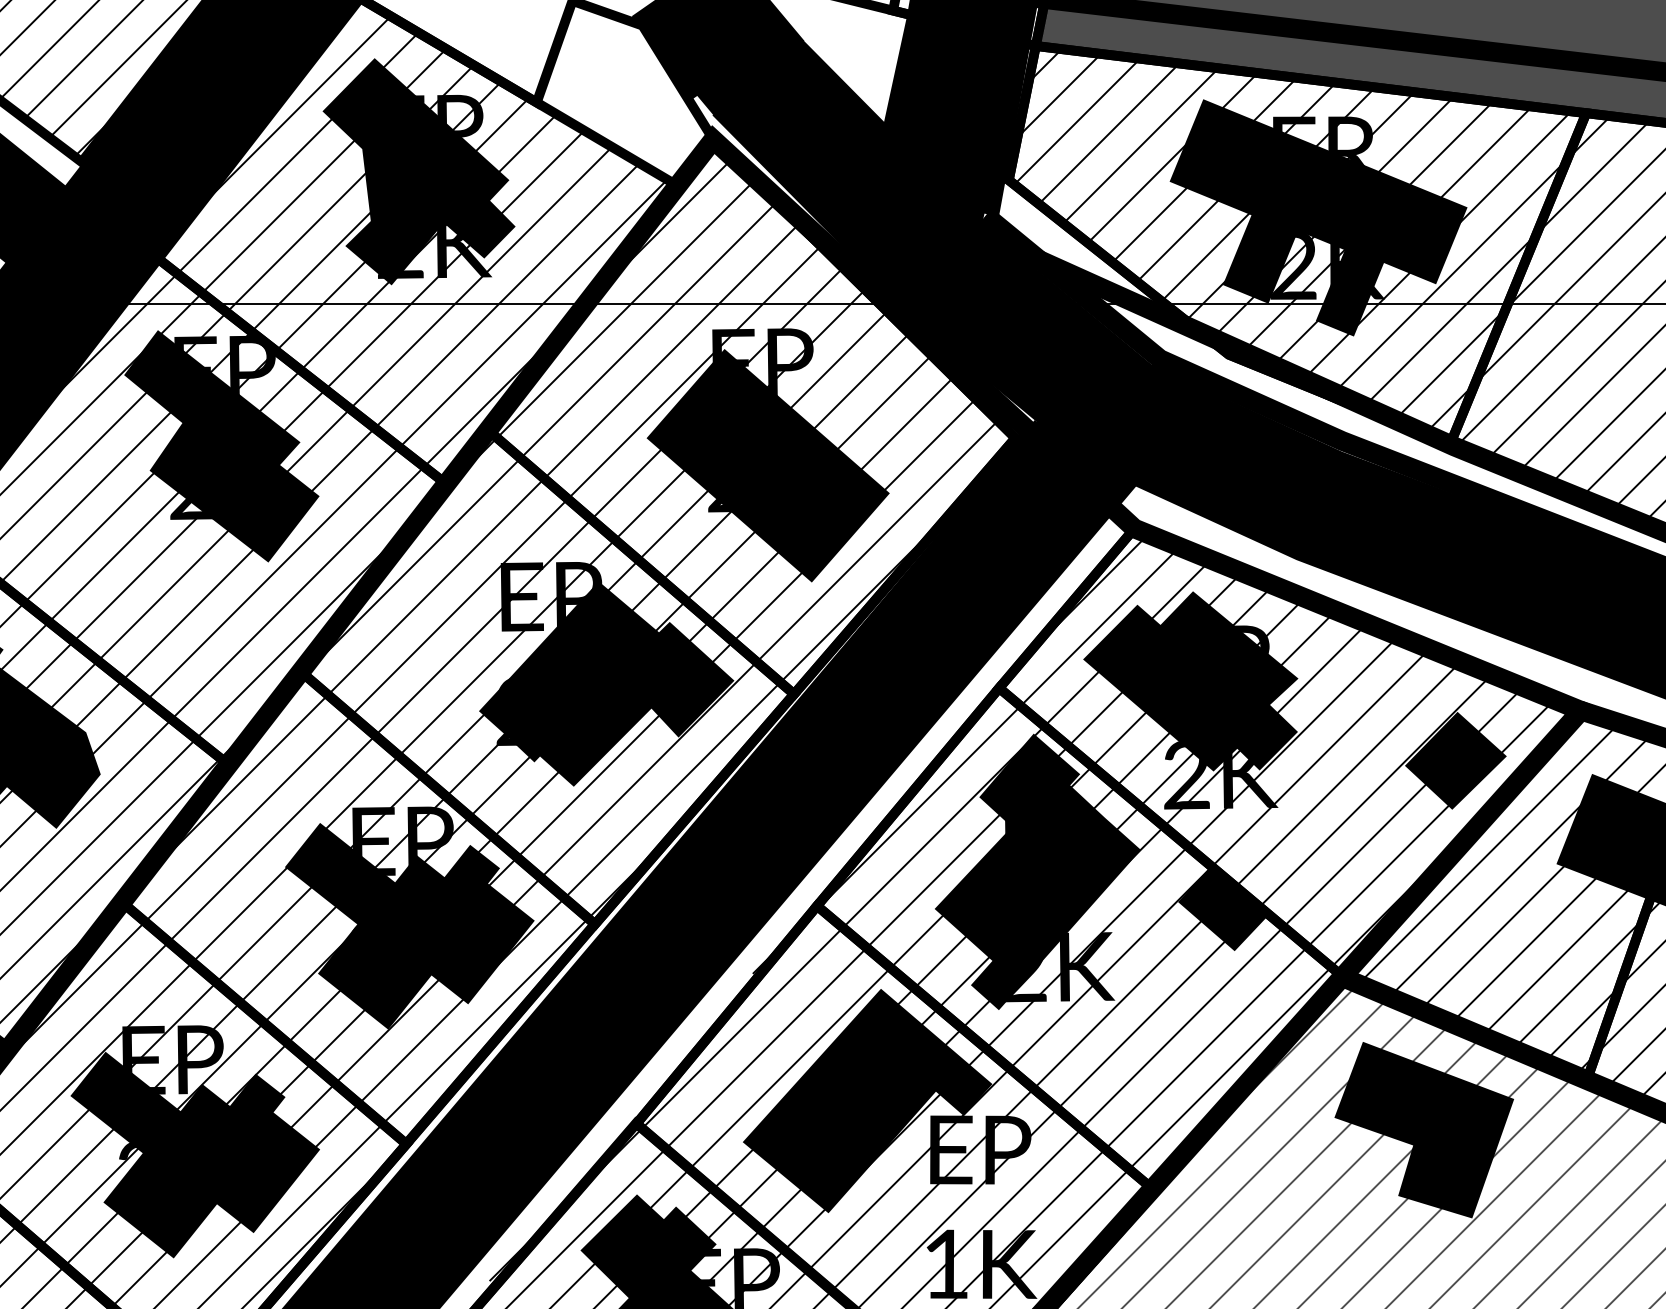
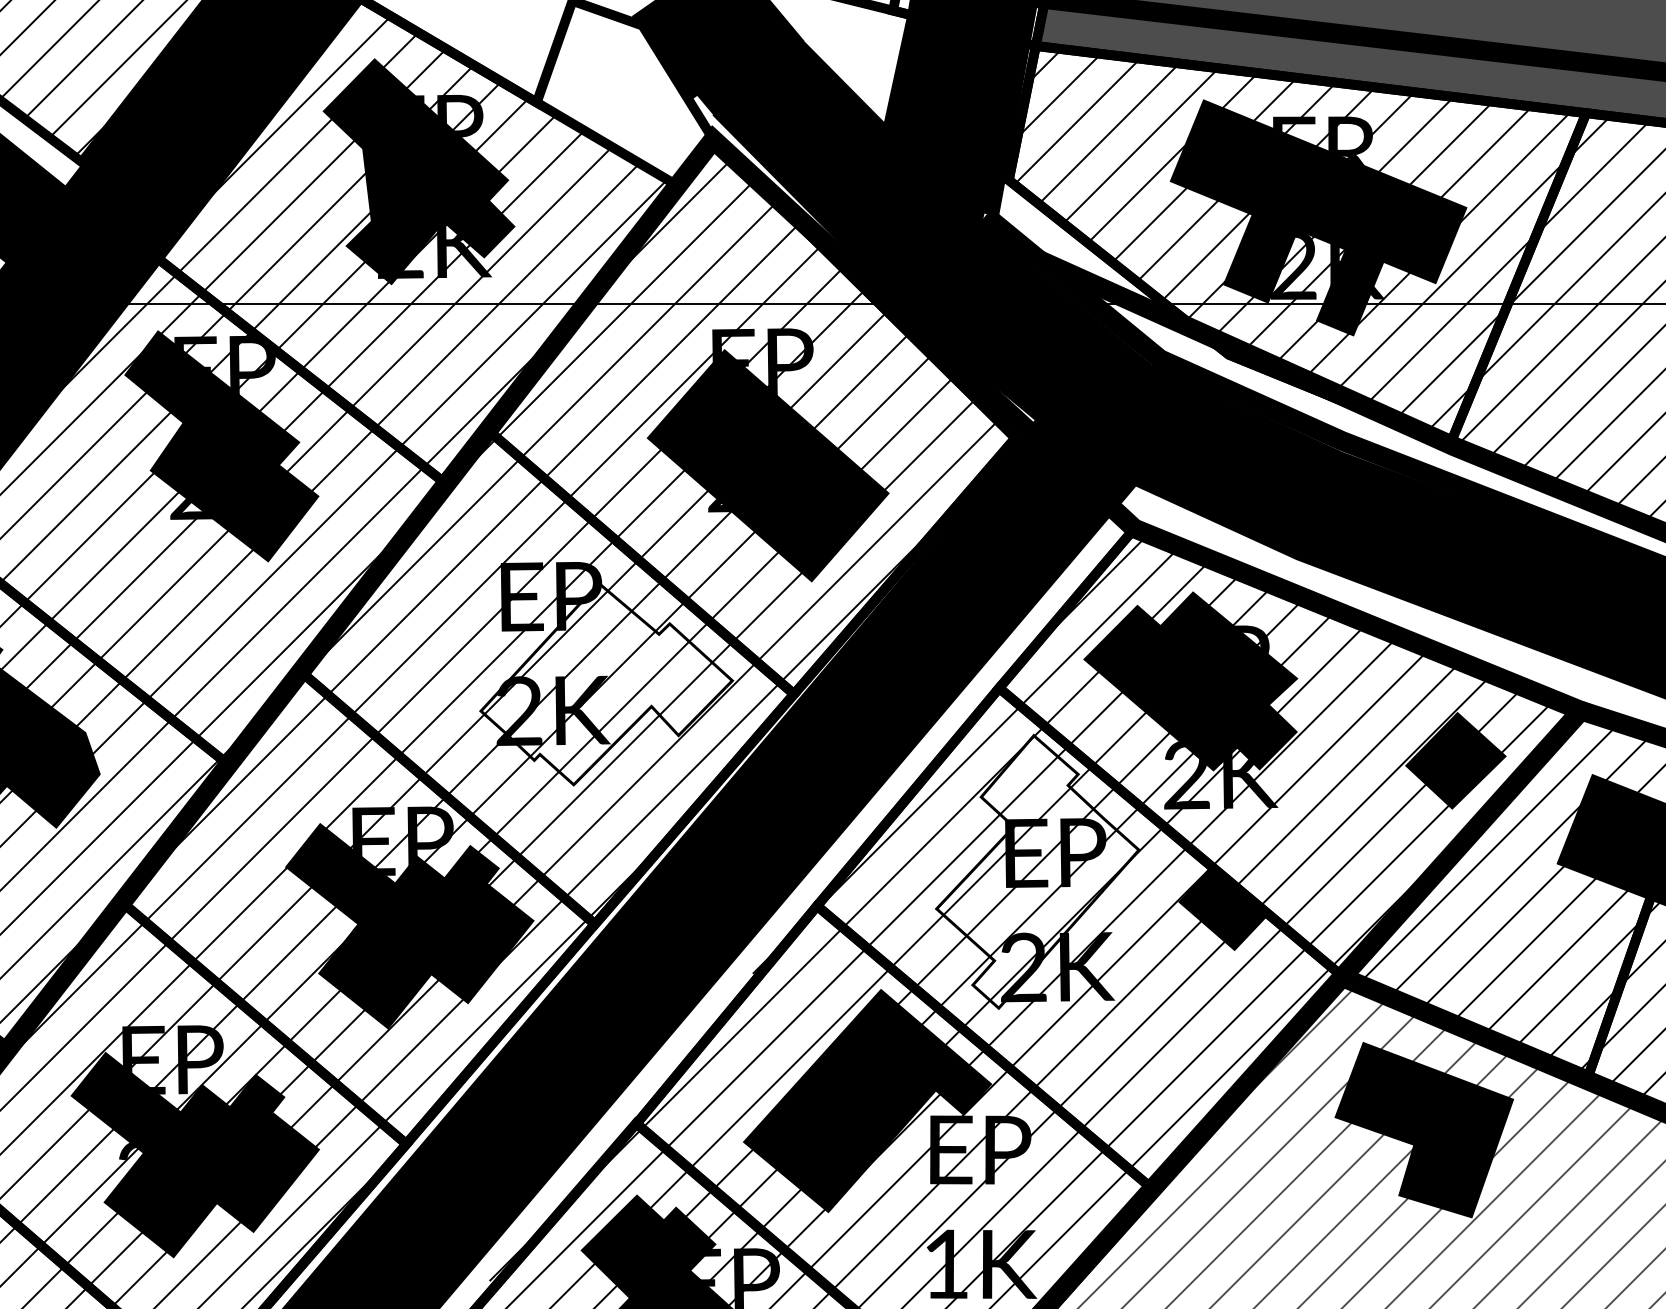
fill at (606, 683): present -> none
fill at (1037, 871): present -> none
